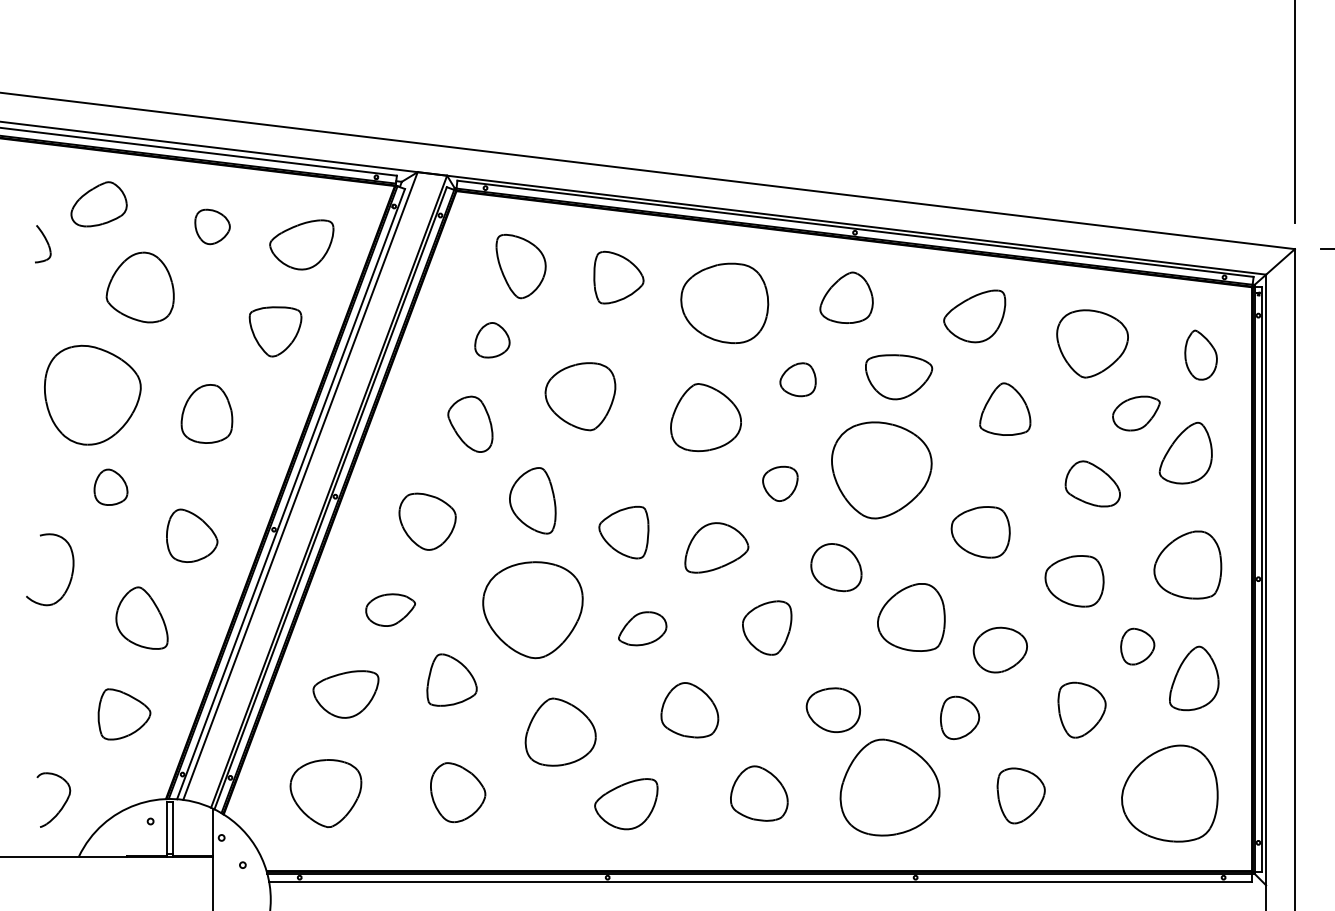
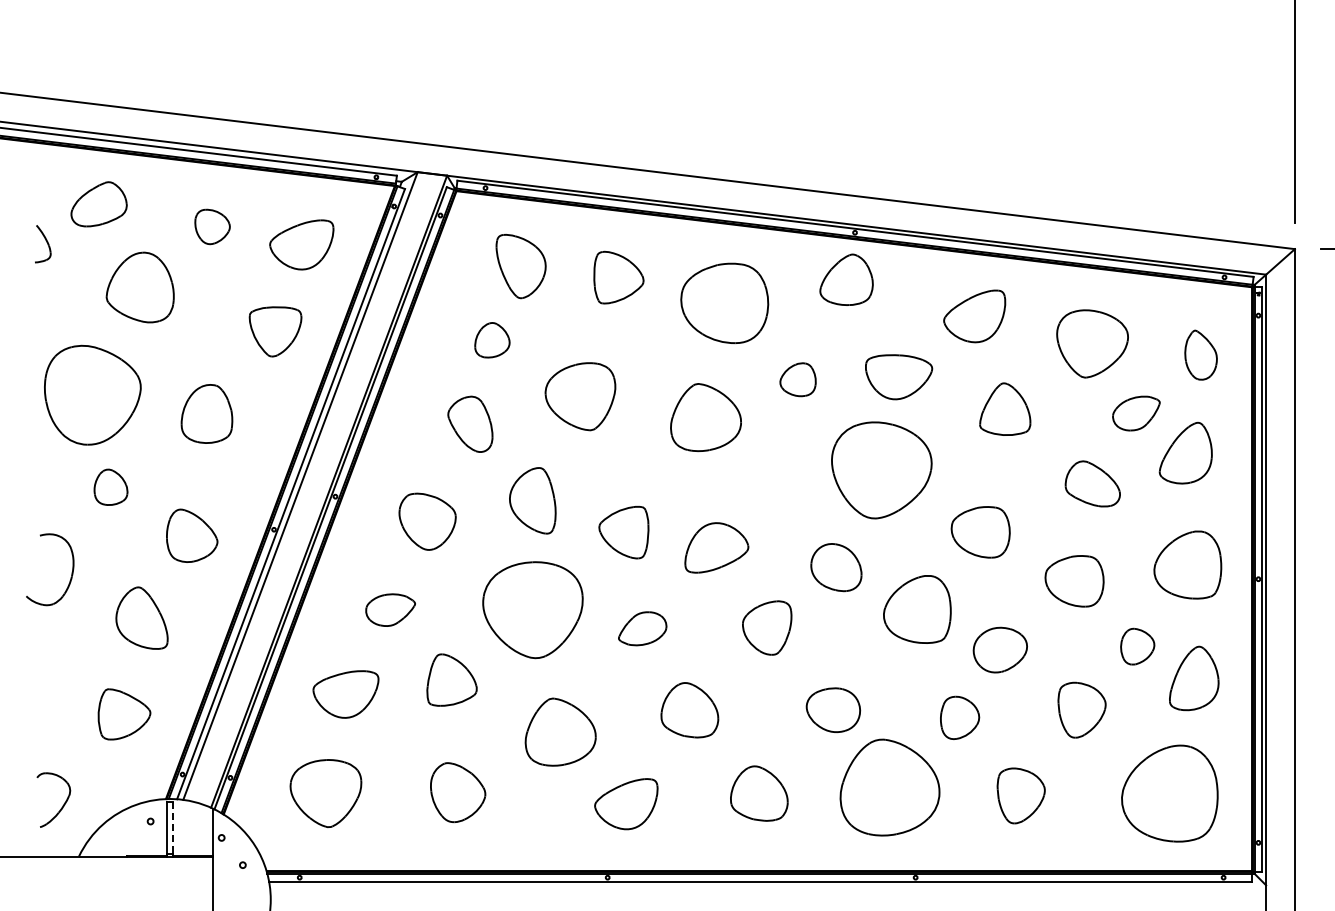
part at (846, 297) position: (846, 297) -> (846, 279)
part at (780, 483): present -> none
part at (911, 617) position: (911, 617) -> (917, 609)
line at (172, 827): solid -> dashed
